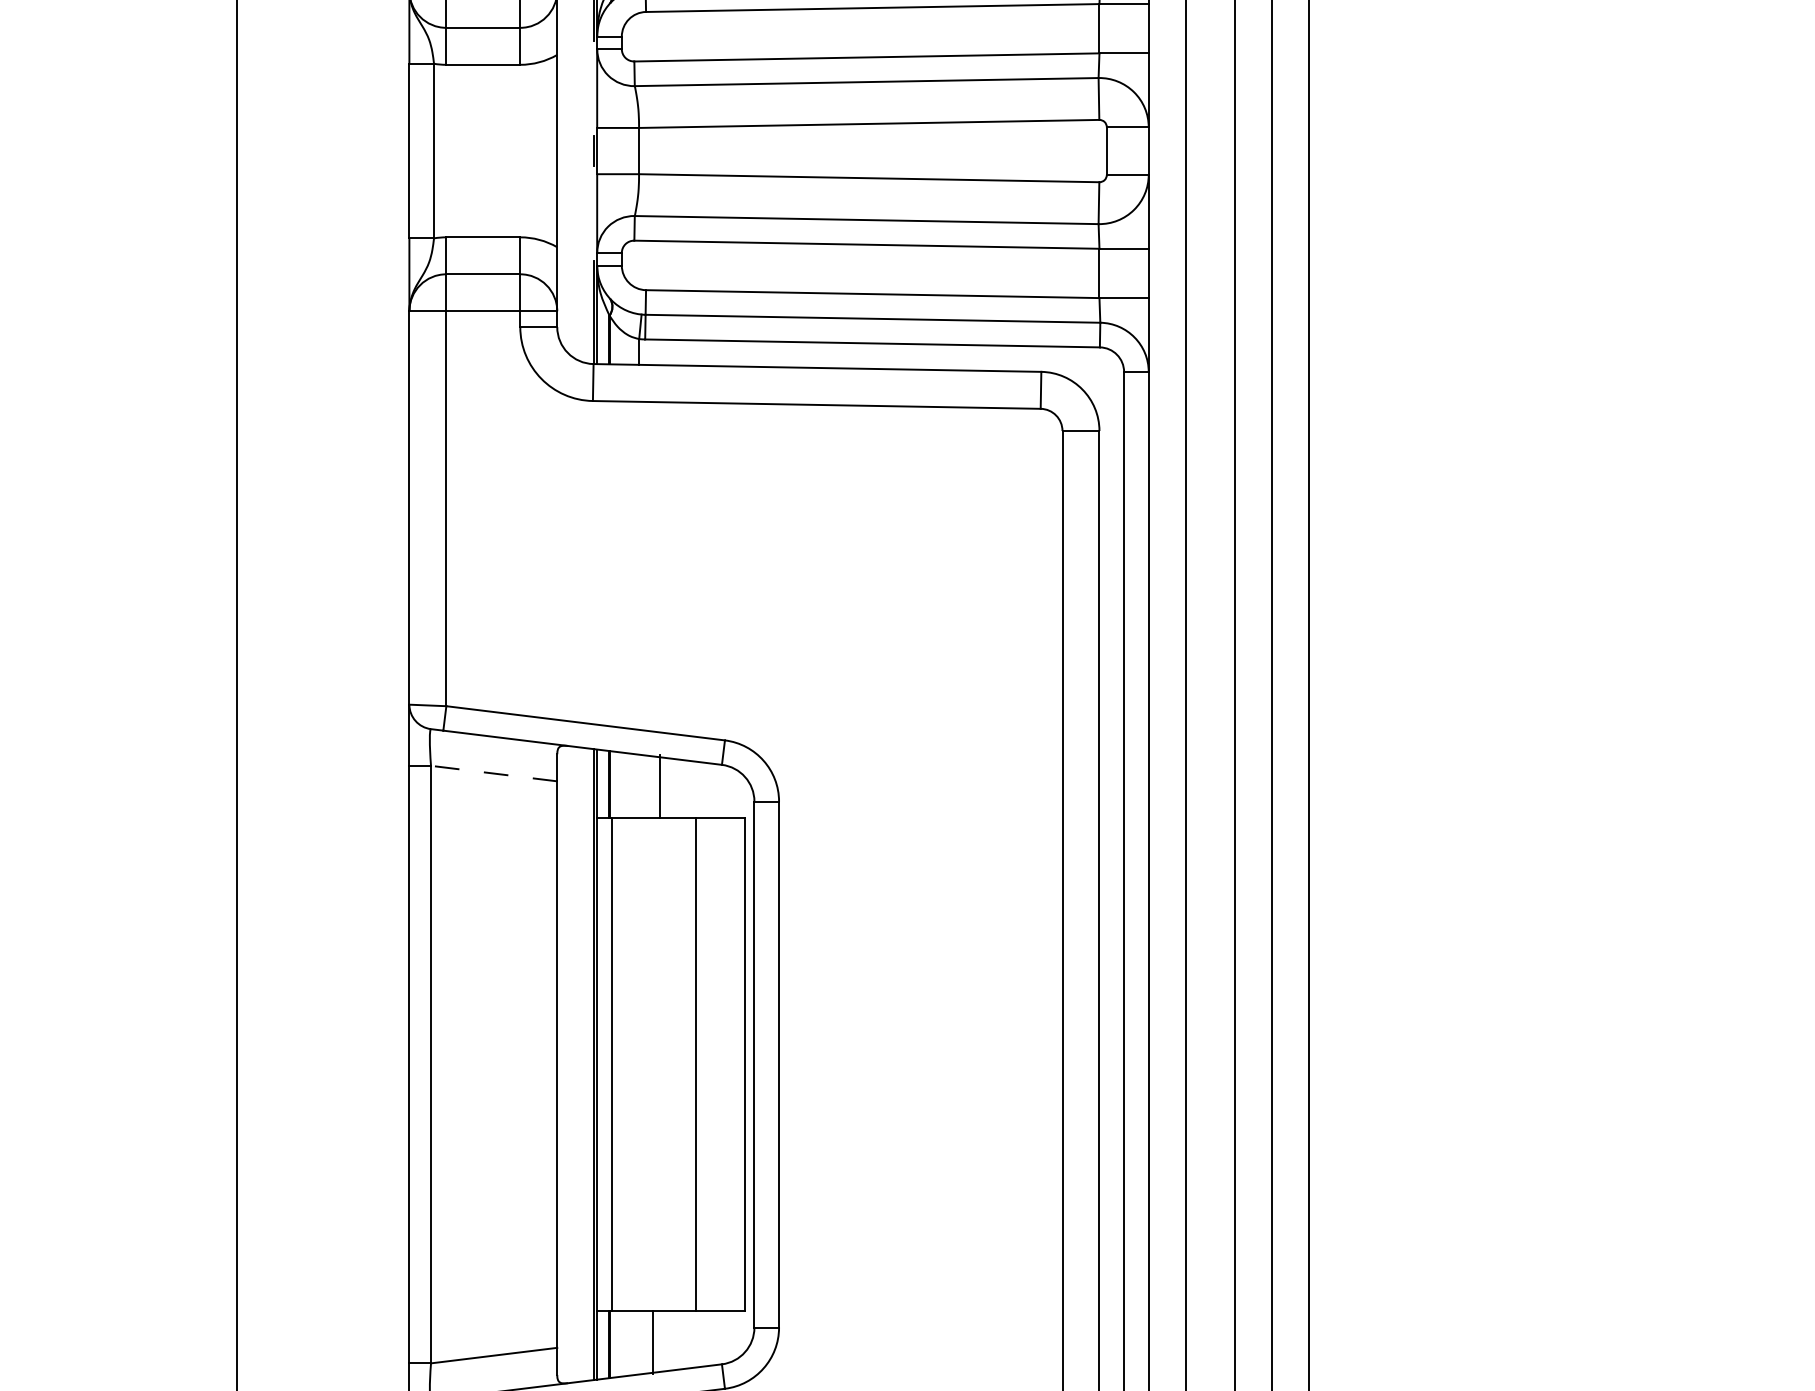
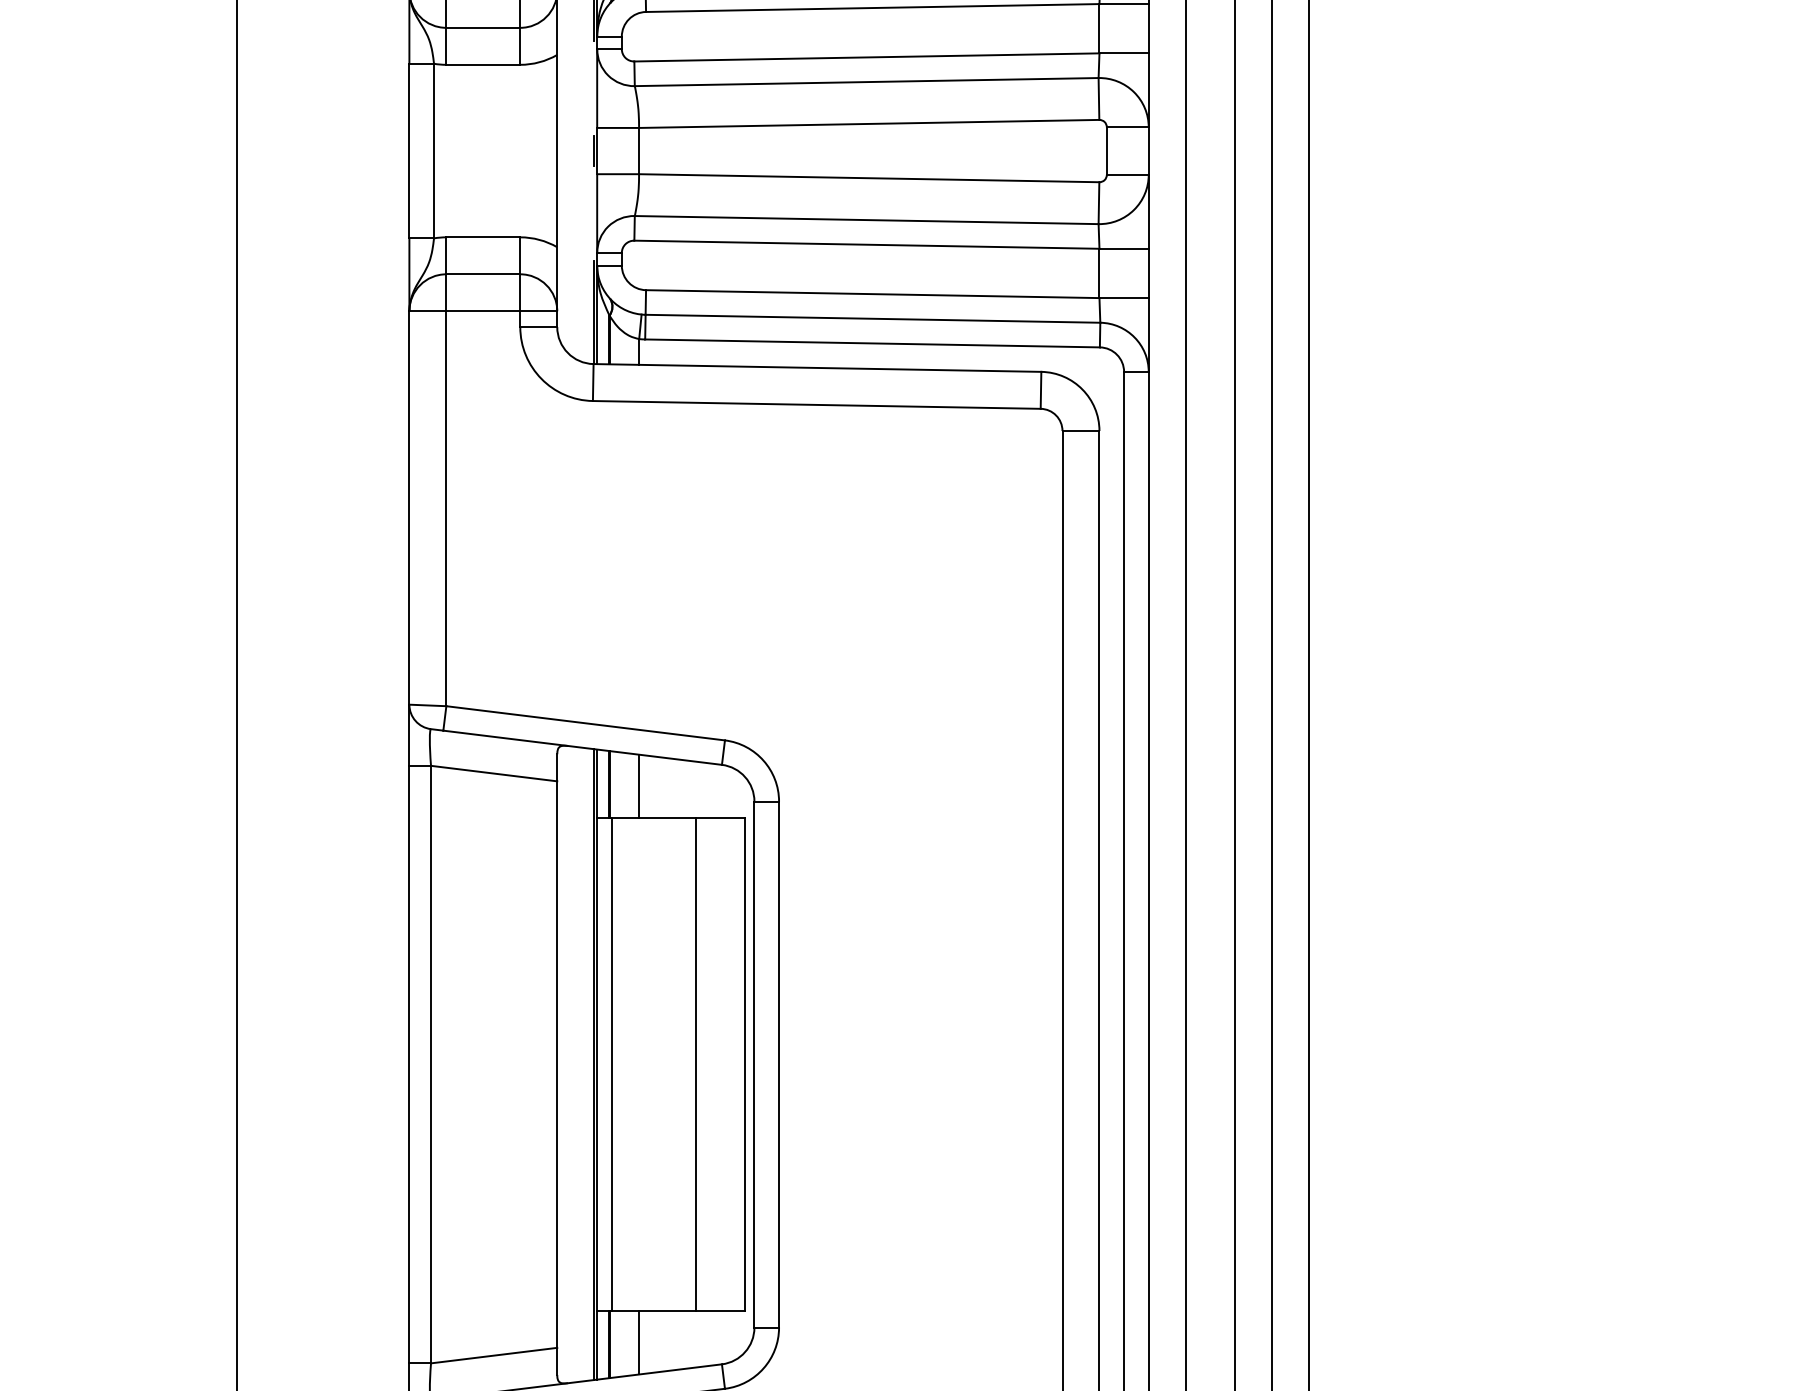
line at (494, 773): dashed -> solid
line at (660, 786) position: (660, 786) -> (639, 786)
line at (653, 1342) position: (653, 1342) -> (639, 1342)
